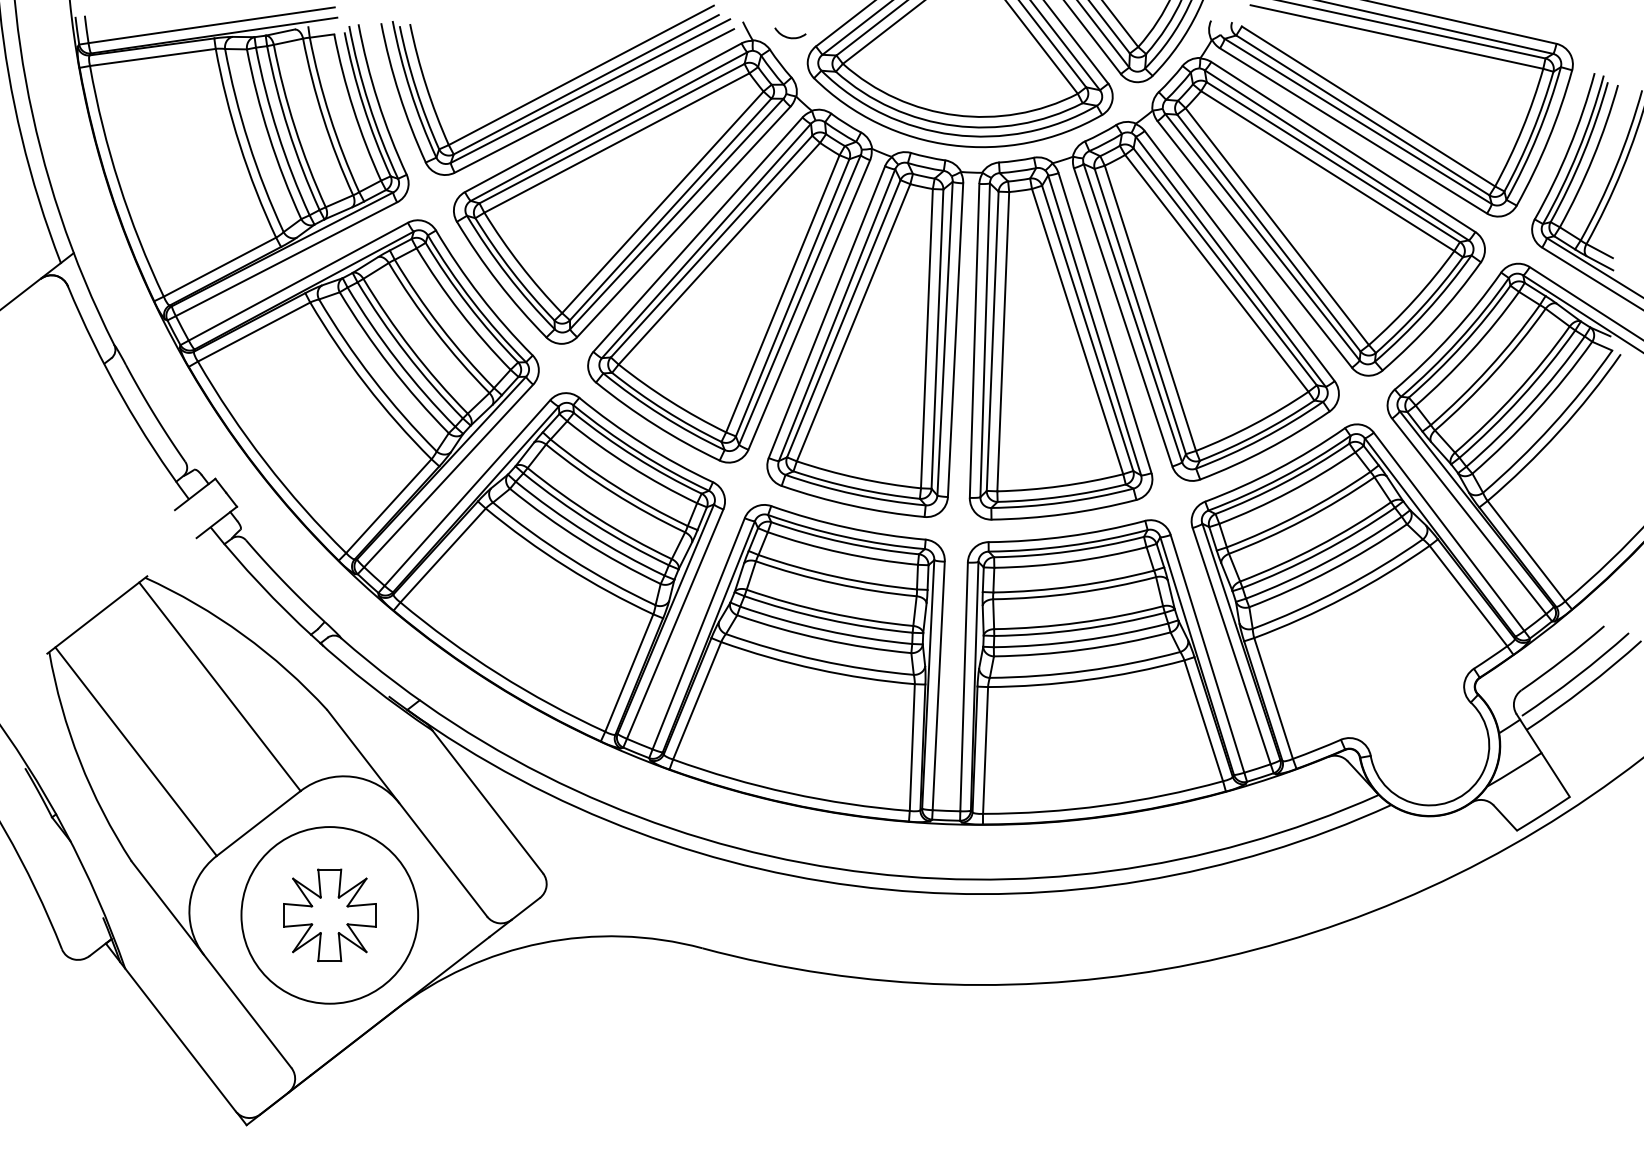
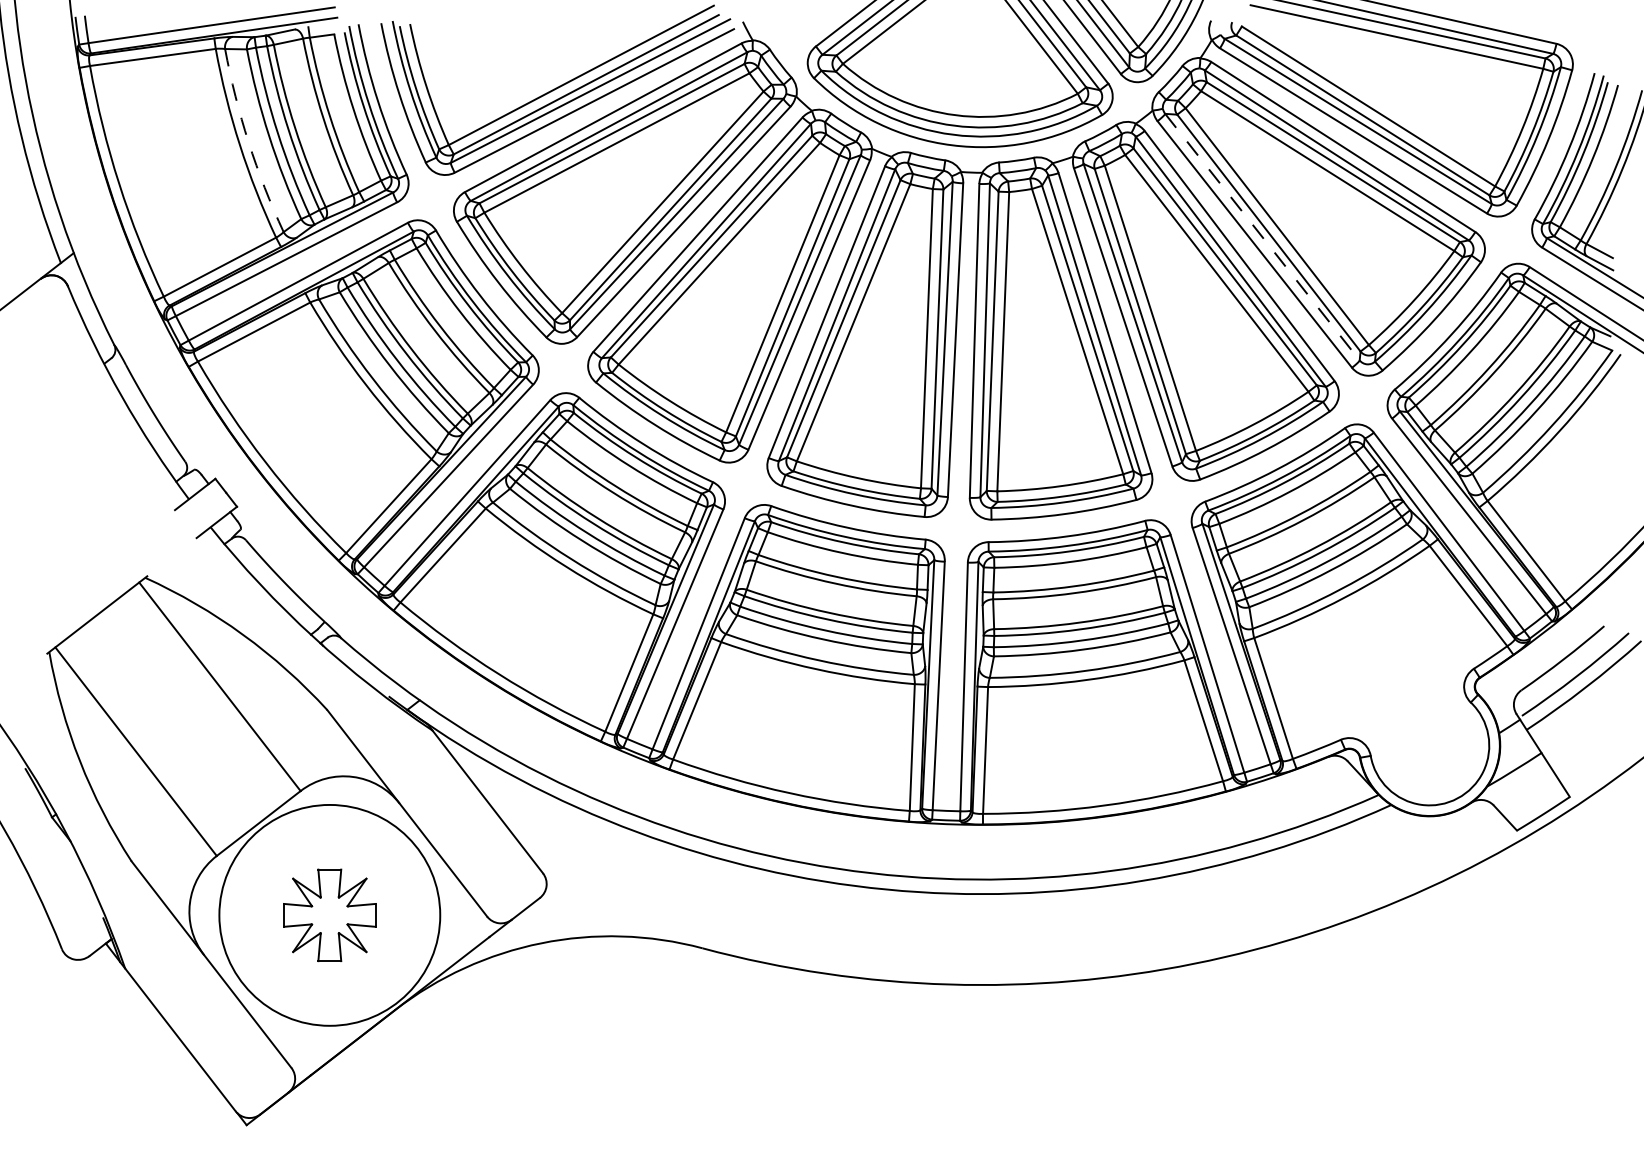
curve at (788, 36): present -> none
arc at (248, 142): solid -> dashed
line at (1262, 237): solid -> dashed
circle at (329, 915) diameter: 177 px -> 221 px
